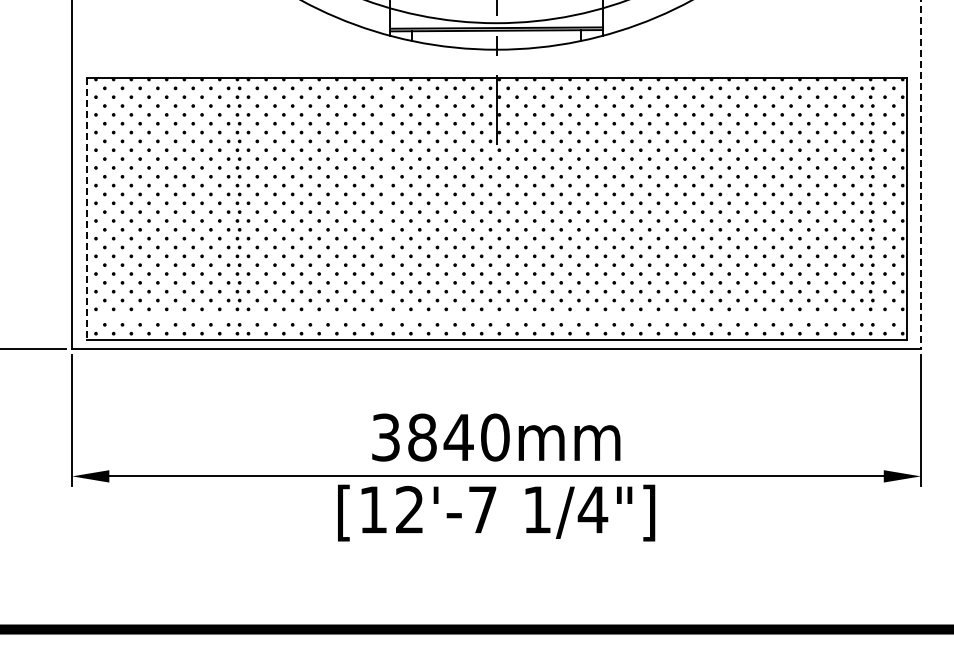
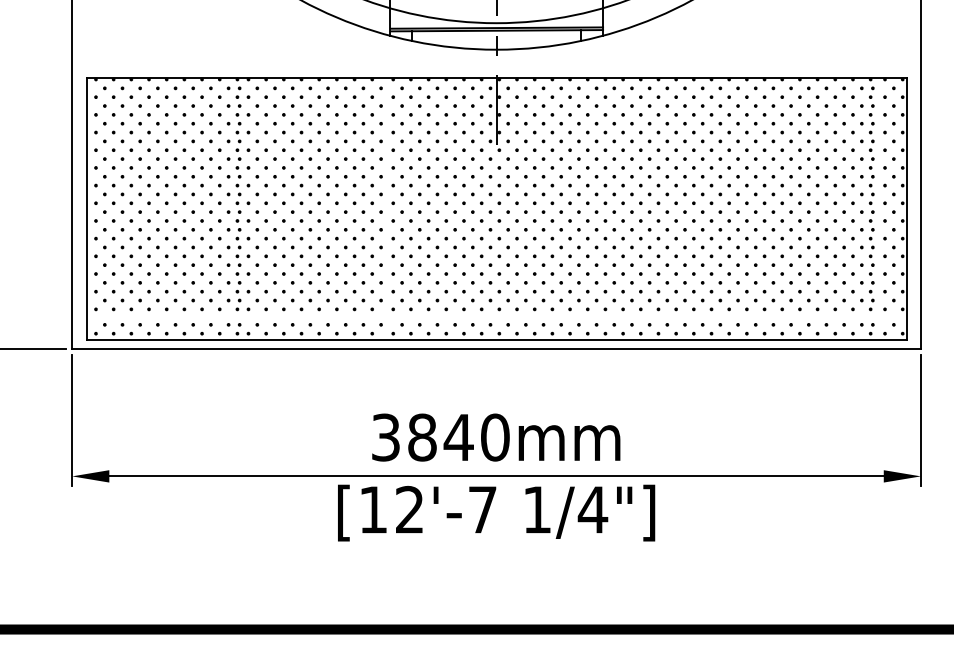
line at (920, 175): dashed -> solid
line at (86, 209): dashed -> solid
